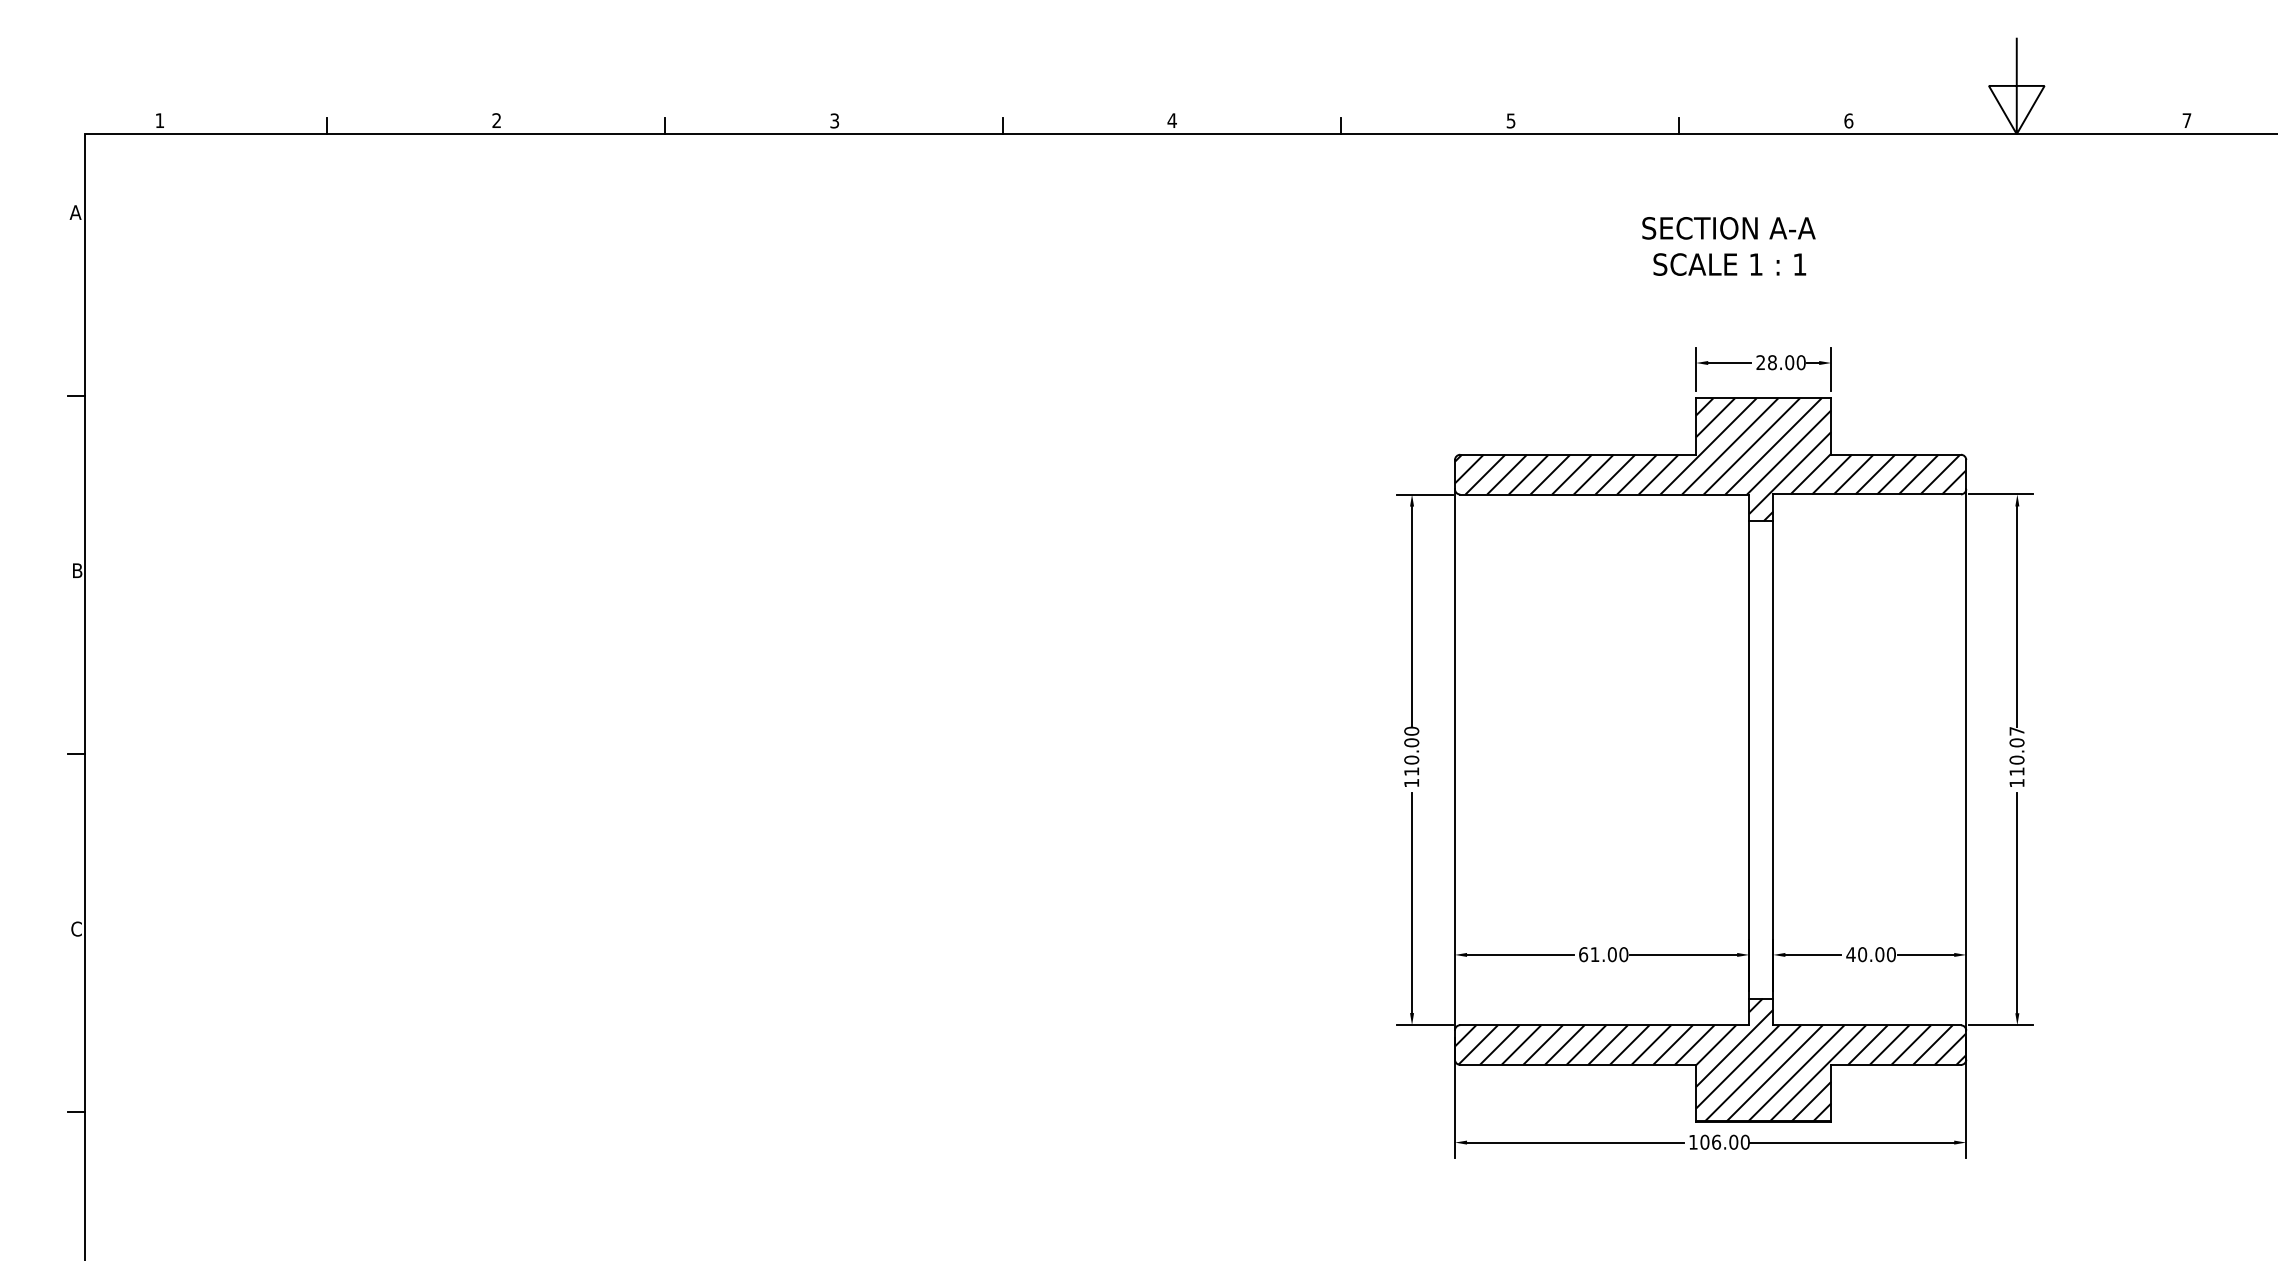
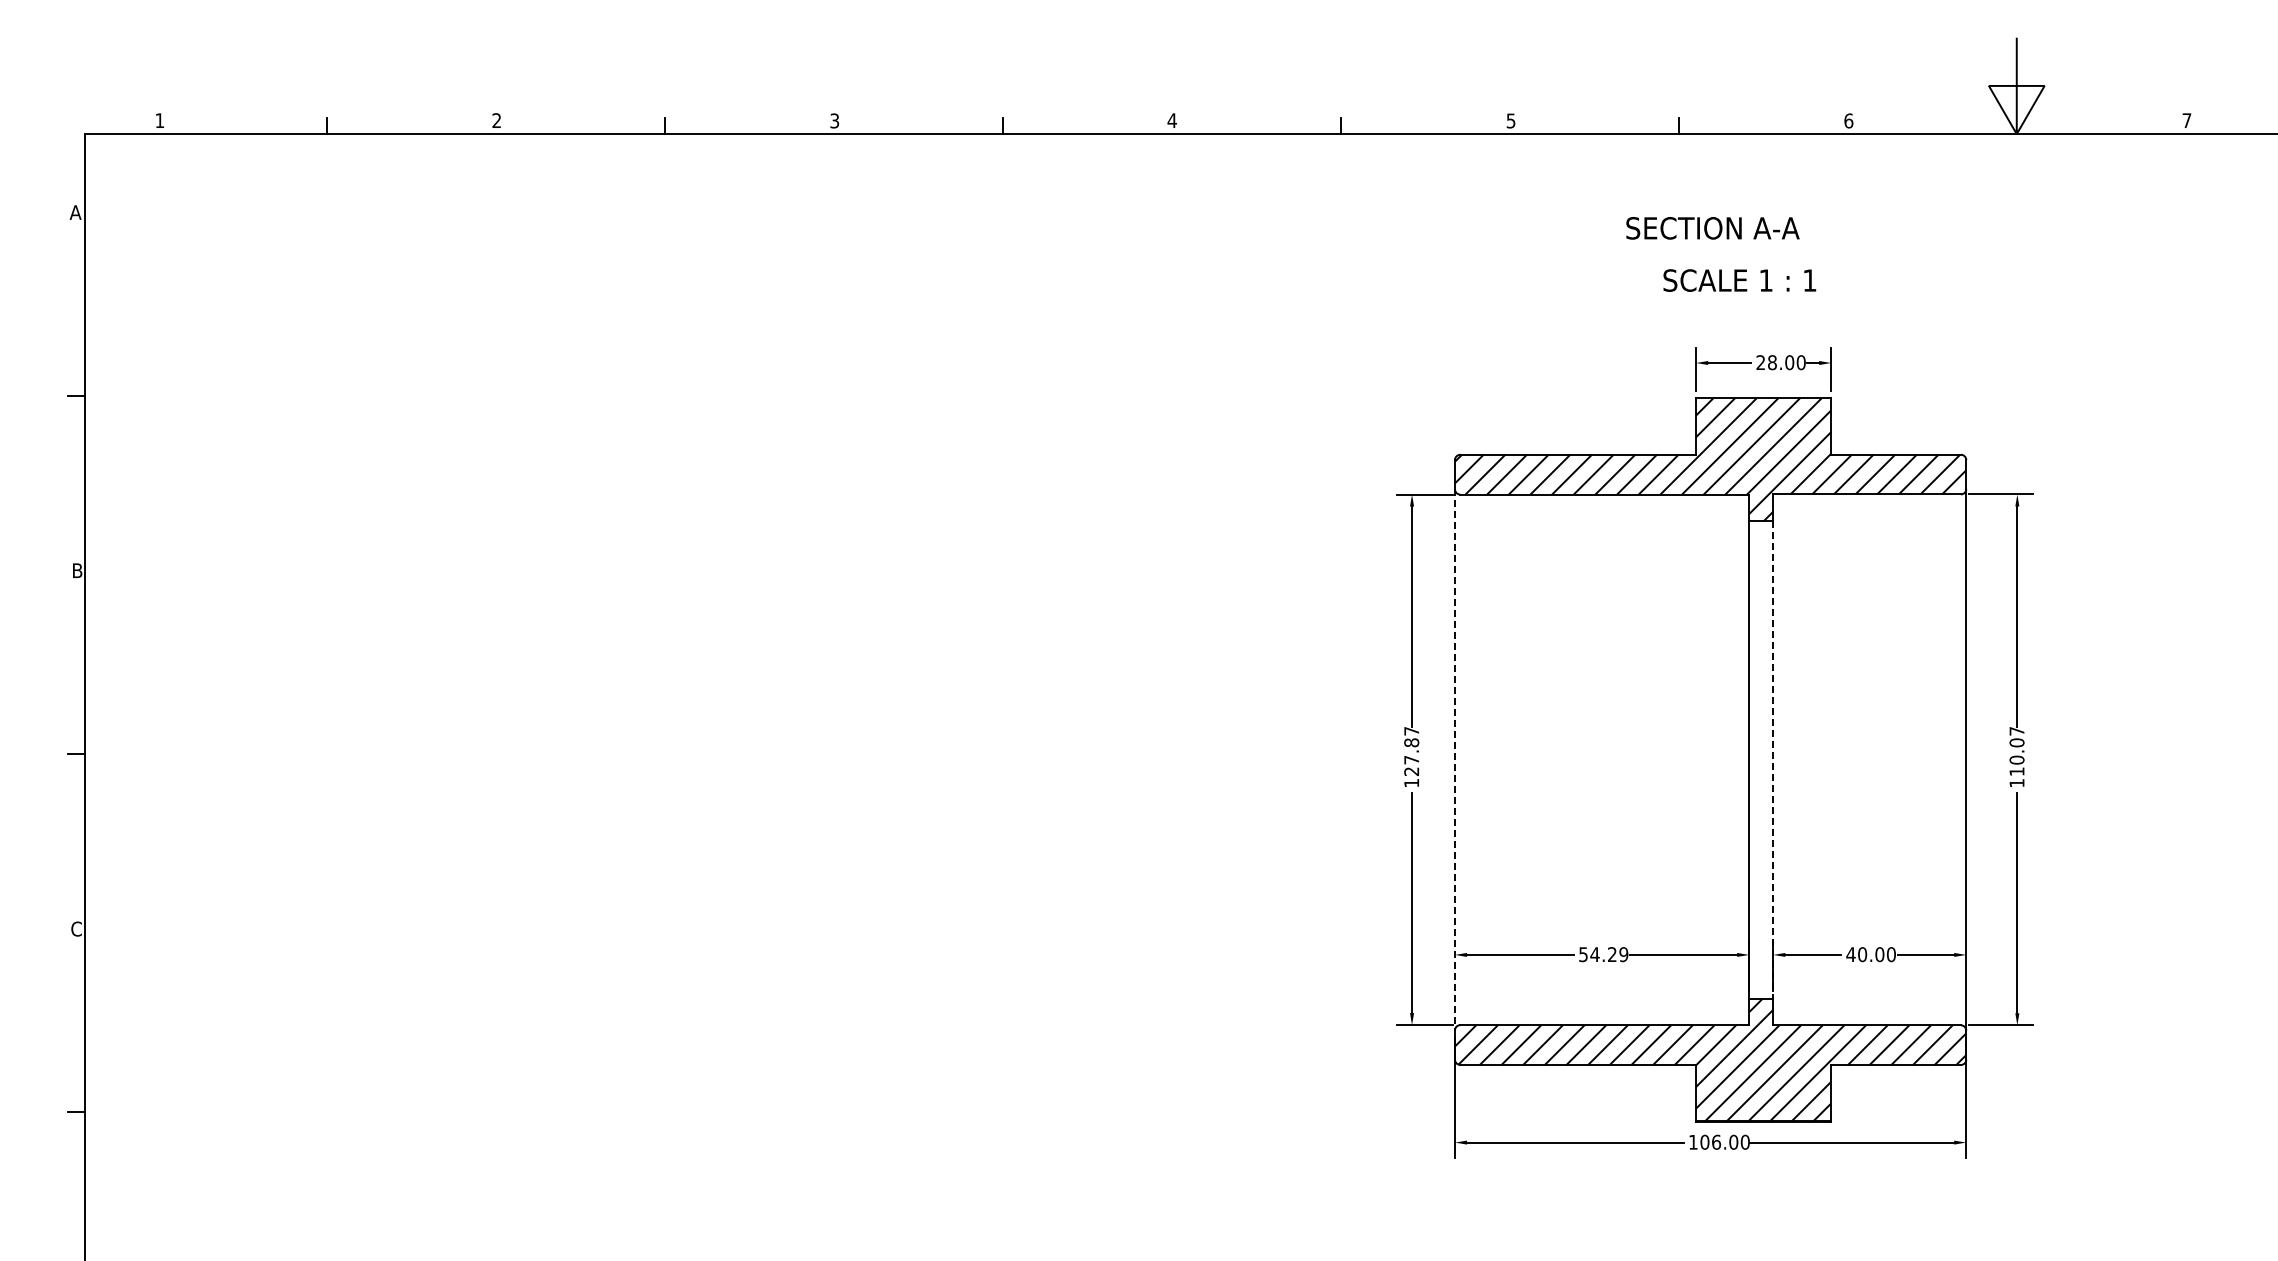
text at (1728, 228) position: (1728, 228) -> (1712, 228)
text at (1729, 264) position: (1729, 264) -> (1739, 280)
text at (1411, 751): 110.00 -> 127.87
line at (1454, 759): solid -> dashed
line at (1773, 759): solid -> dashed
text at (1603, 954): 61.00 -> 54.29
